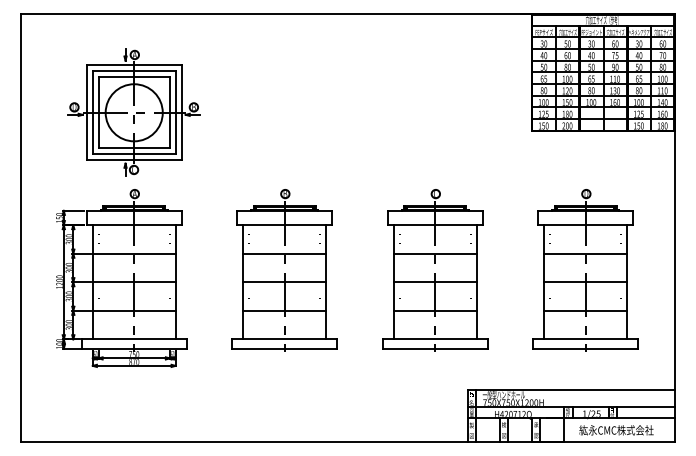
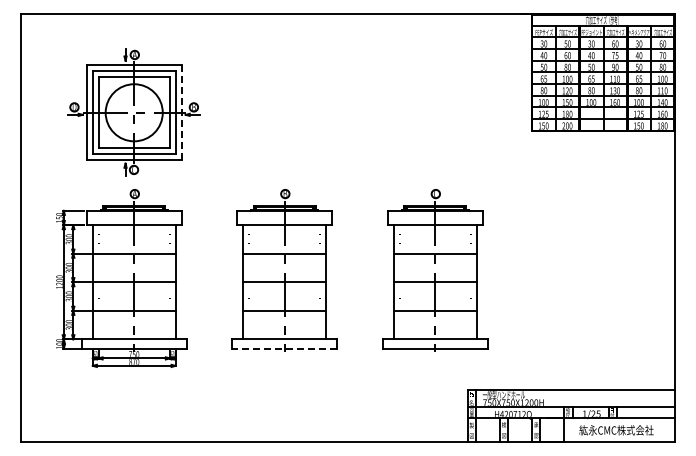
line at (181, 112): solid -> dashed
part at (585, 270): present -> none
line at (284, 348): solid -> dashed
